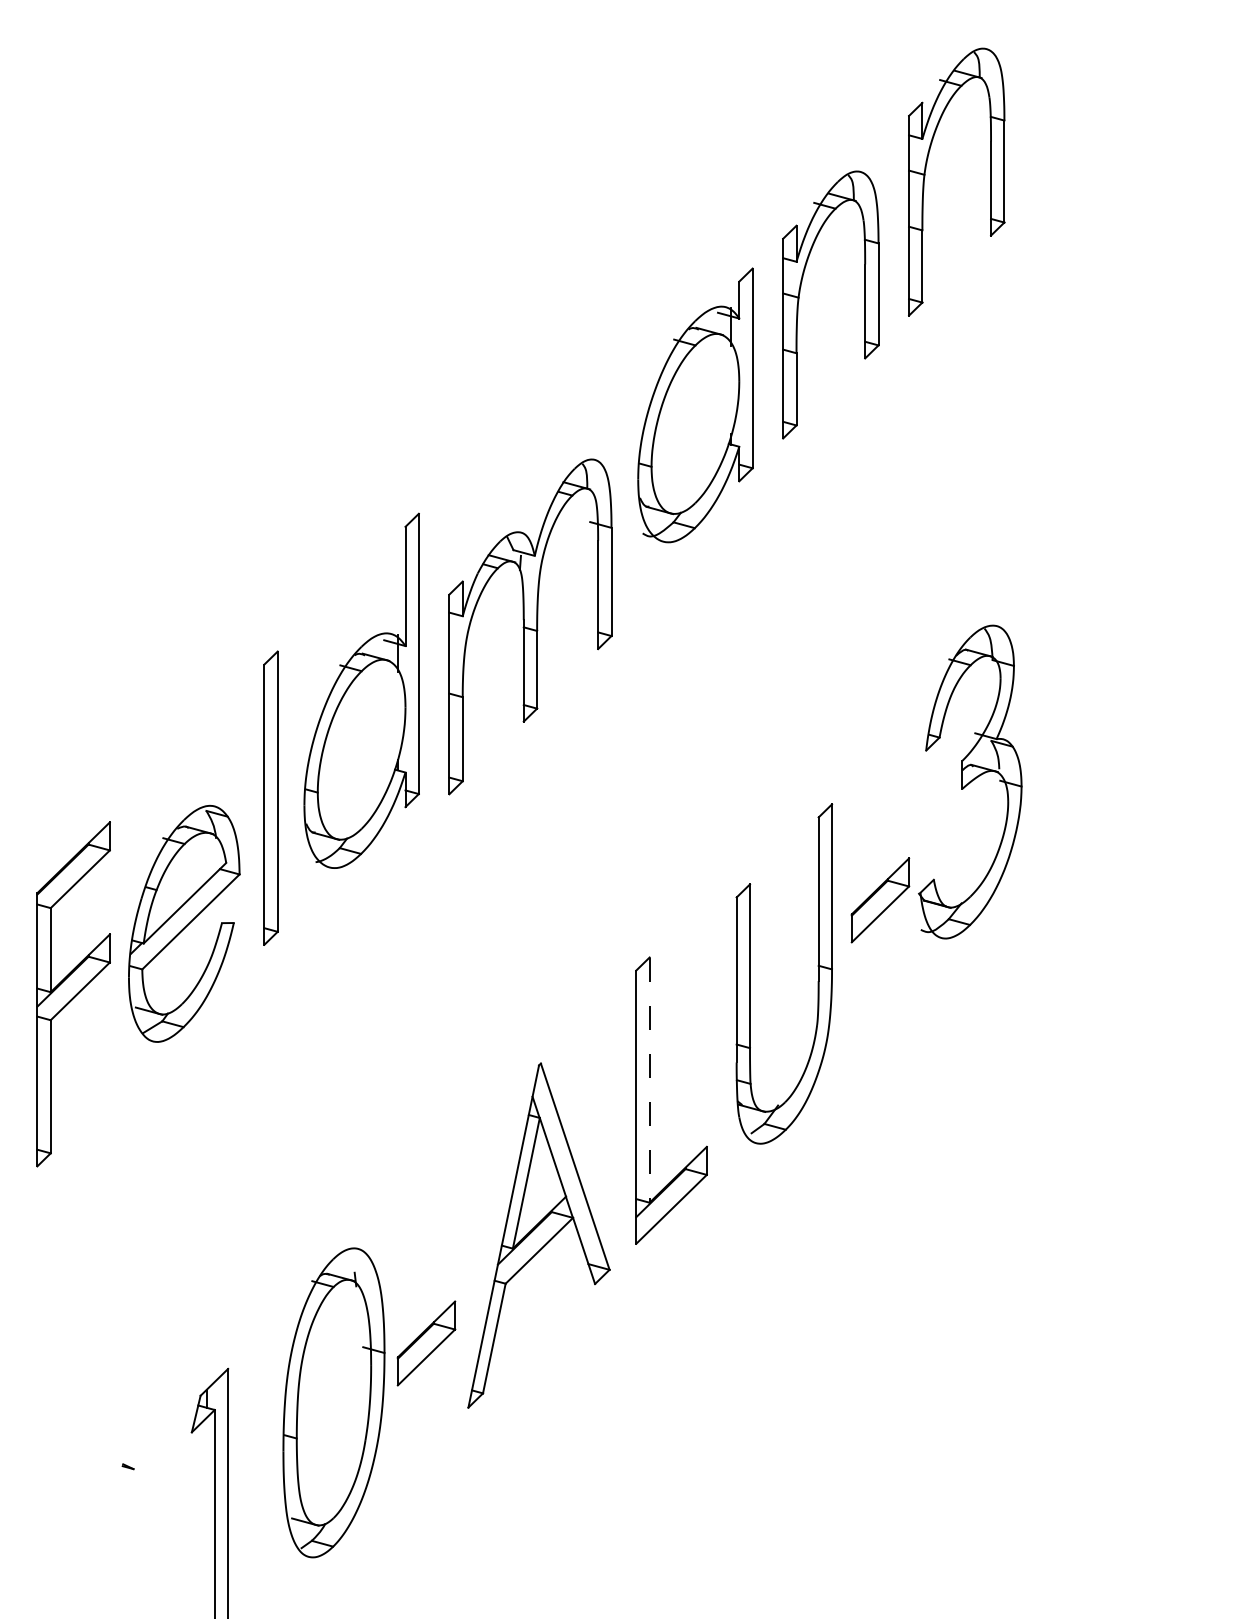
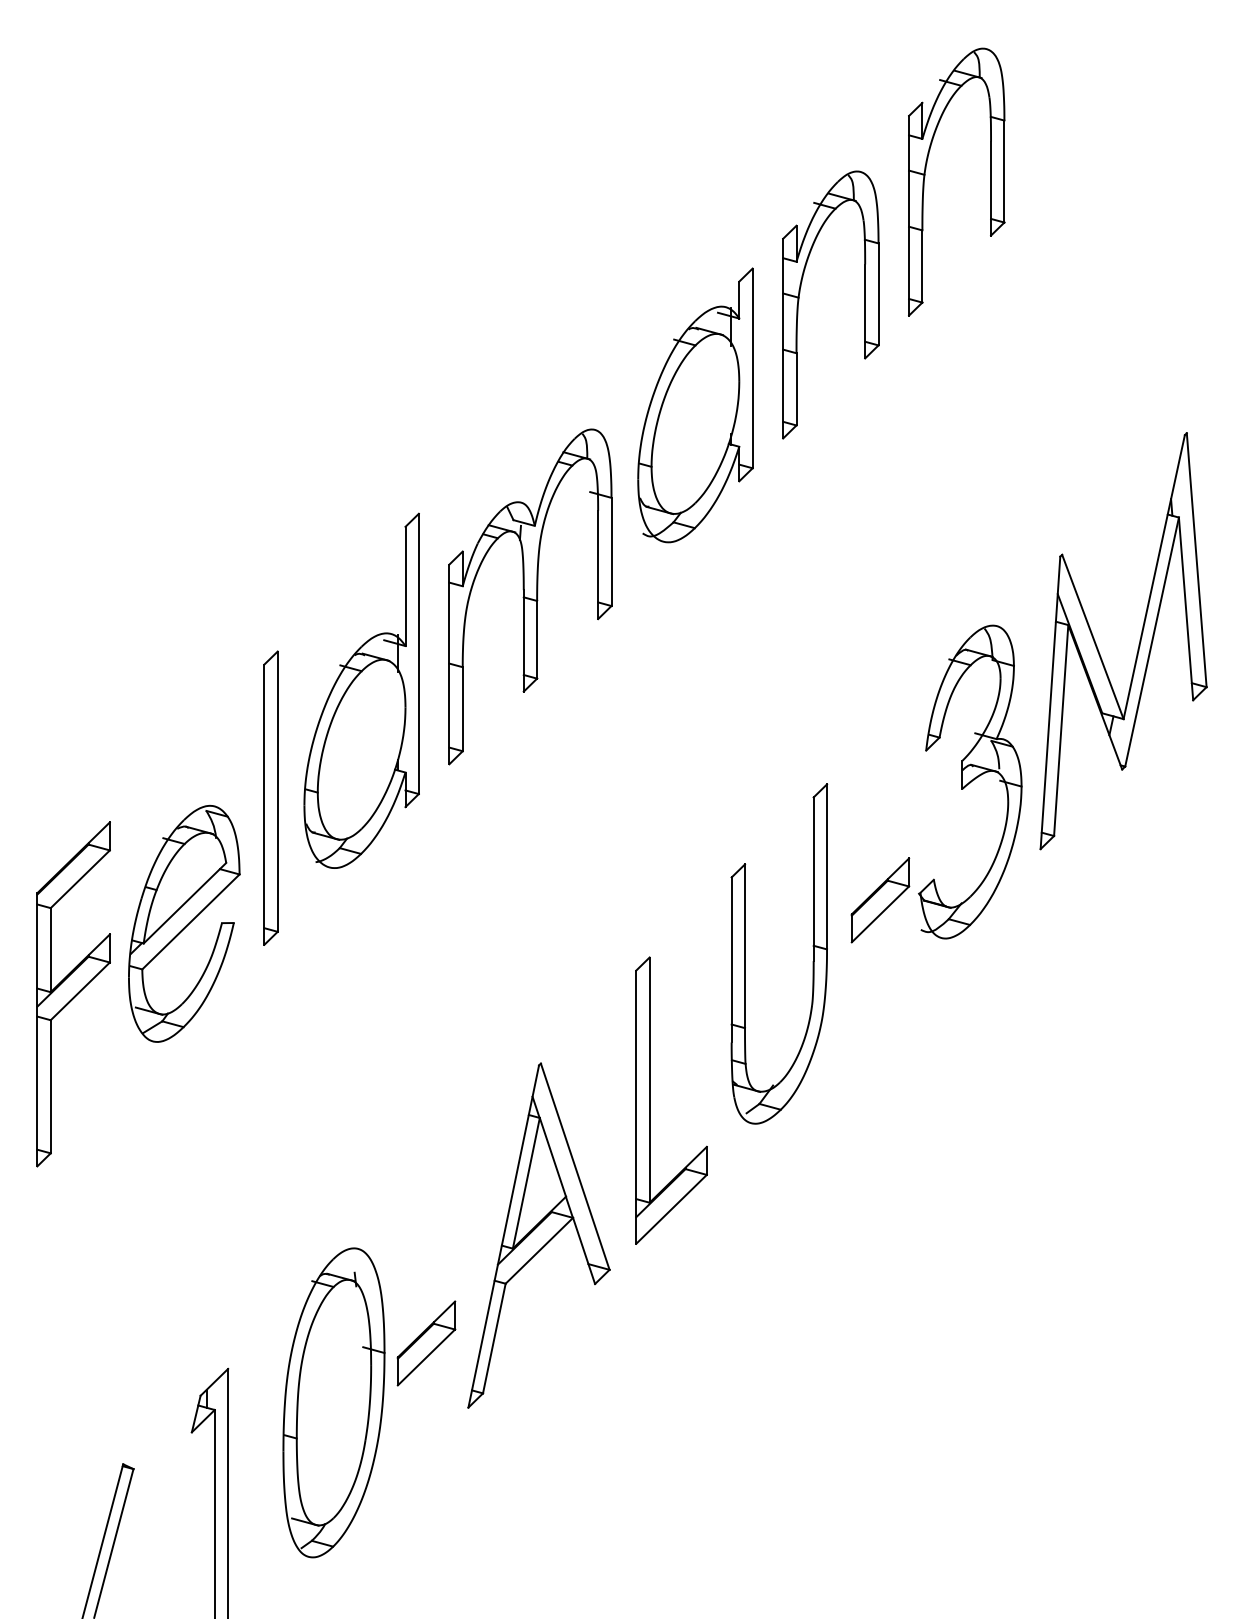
part at (530, 626) position: (530, 626) -> (530, 596)
part at (1138, 644): none -> present
part at (817, 966) position: (817, 966) -> (812, 946)
line at (649, 1080): dashed -> solid
line at (103, 1539): none -> present
line at (113, 1542): none -> present
